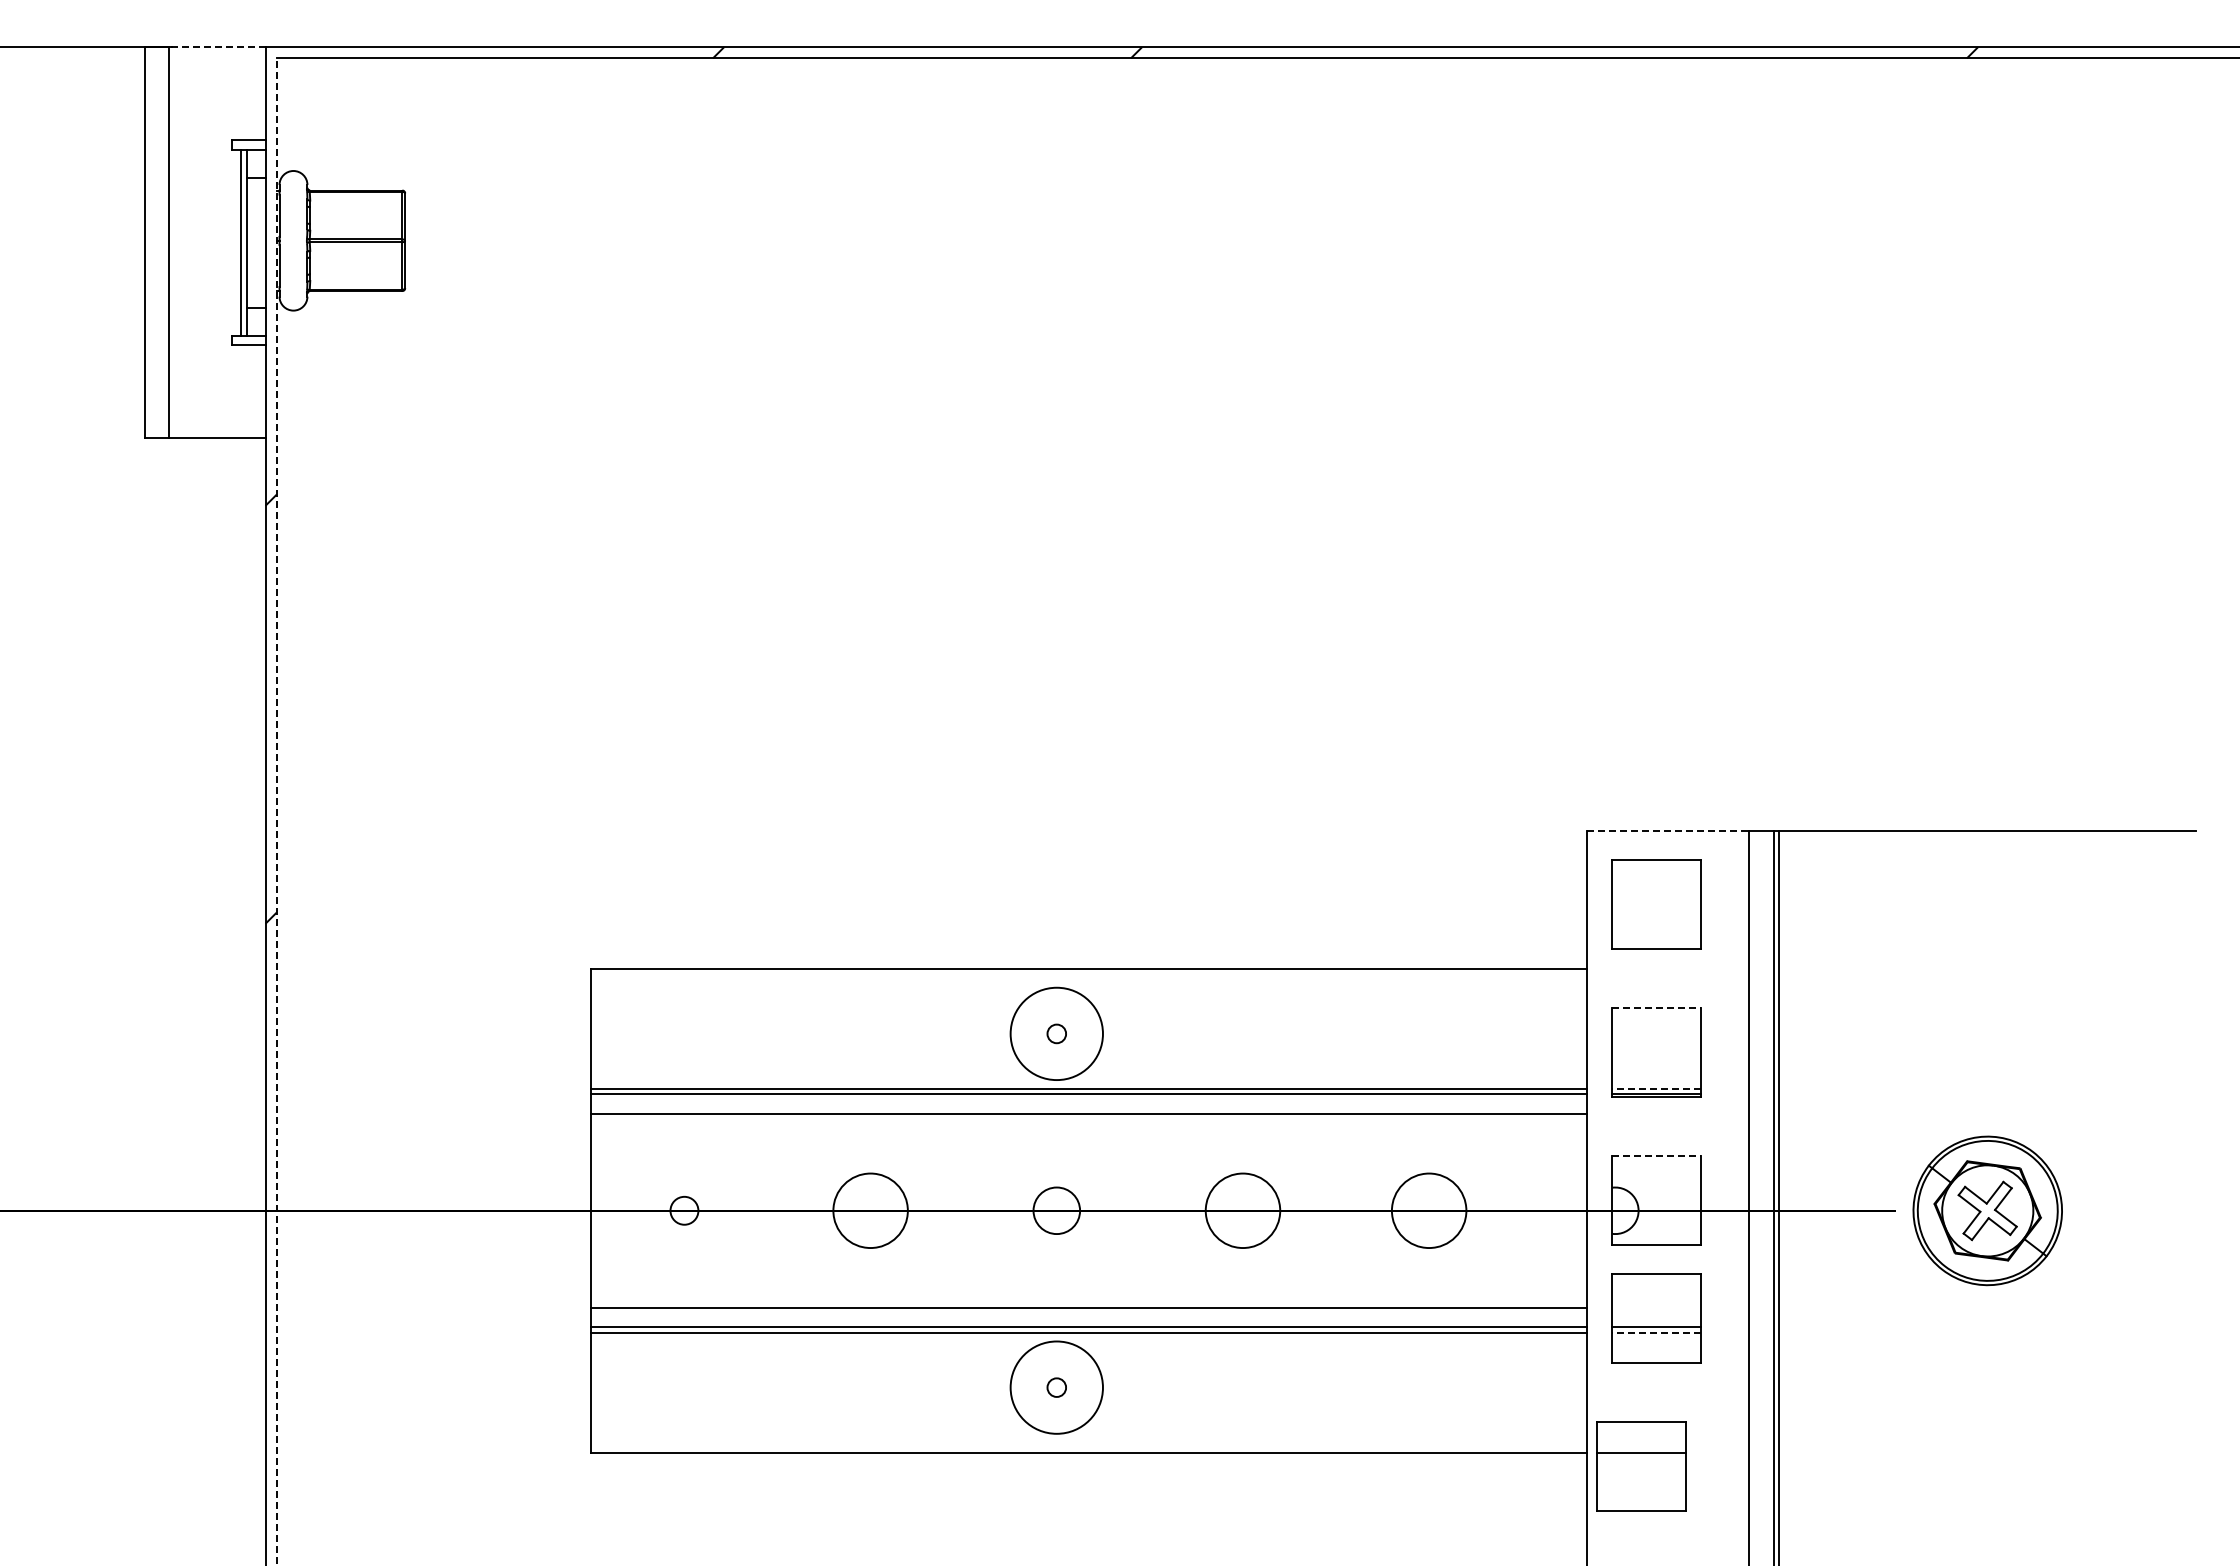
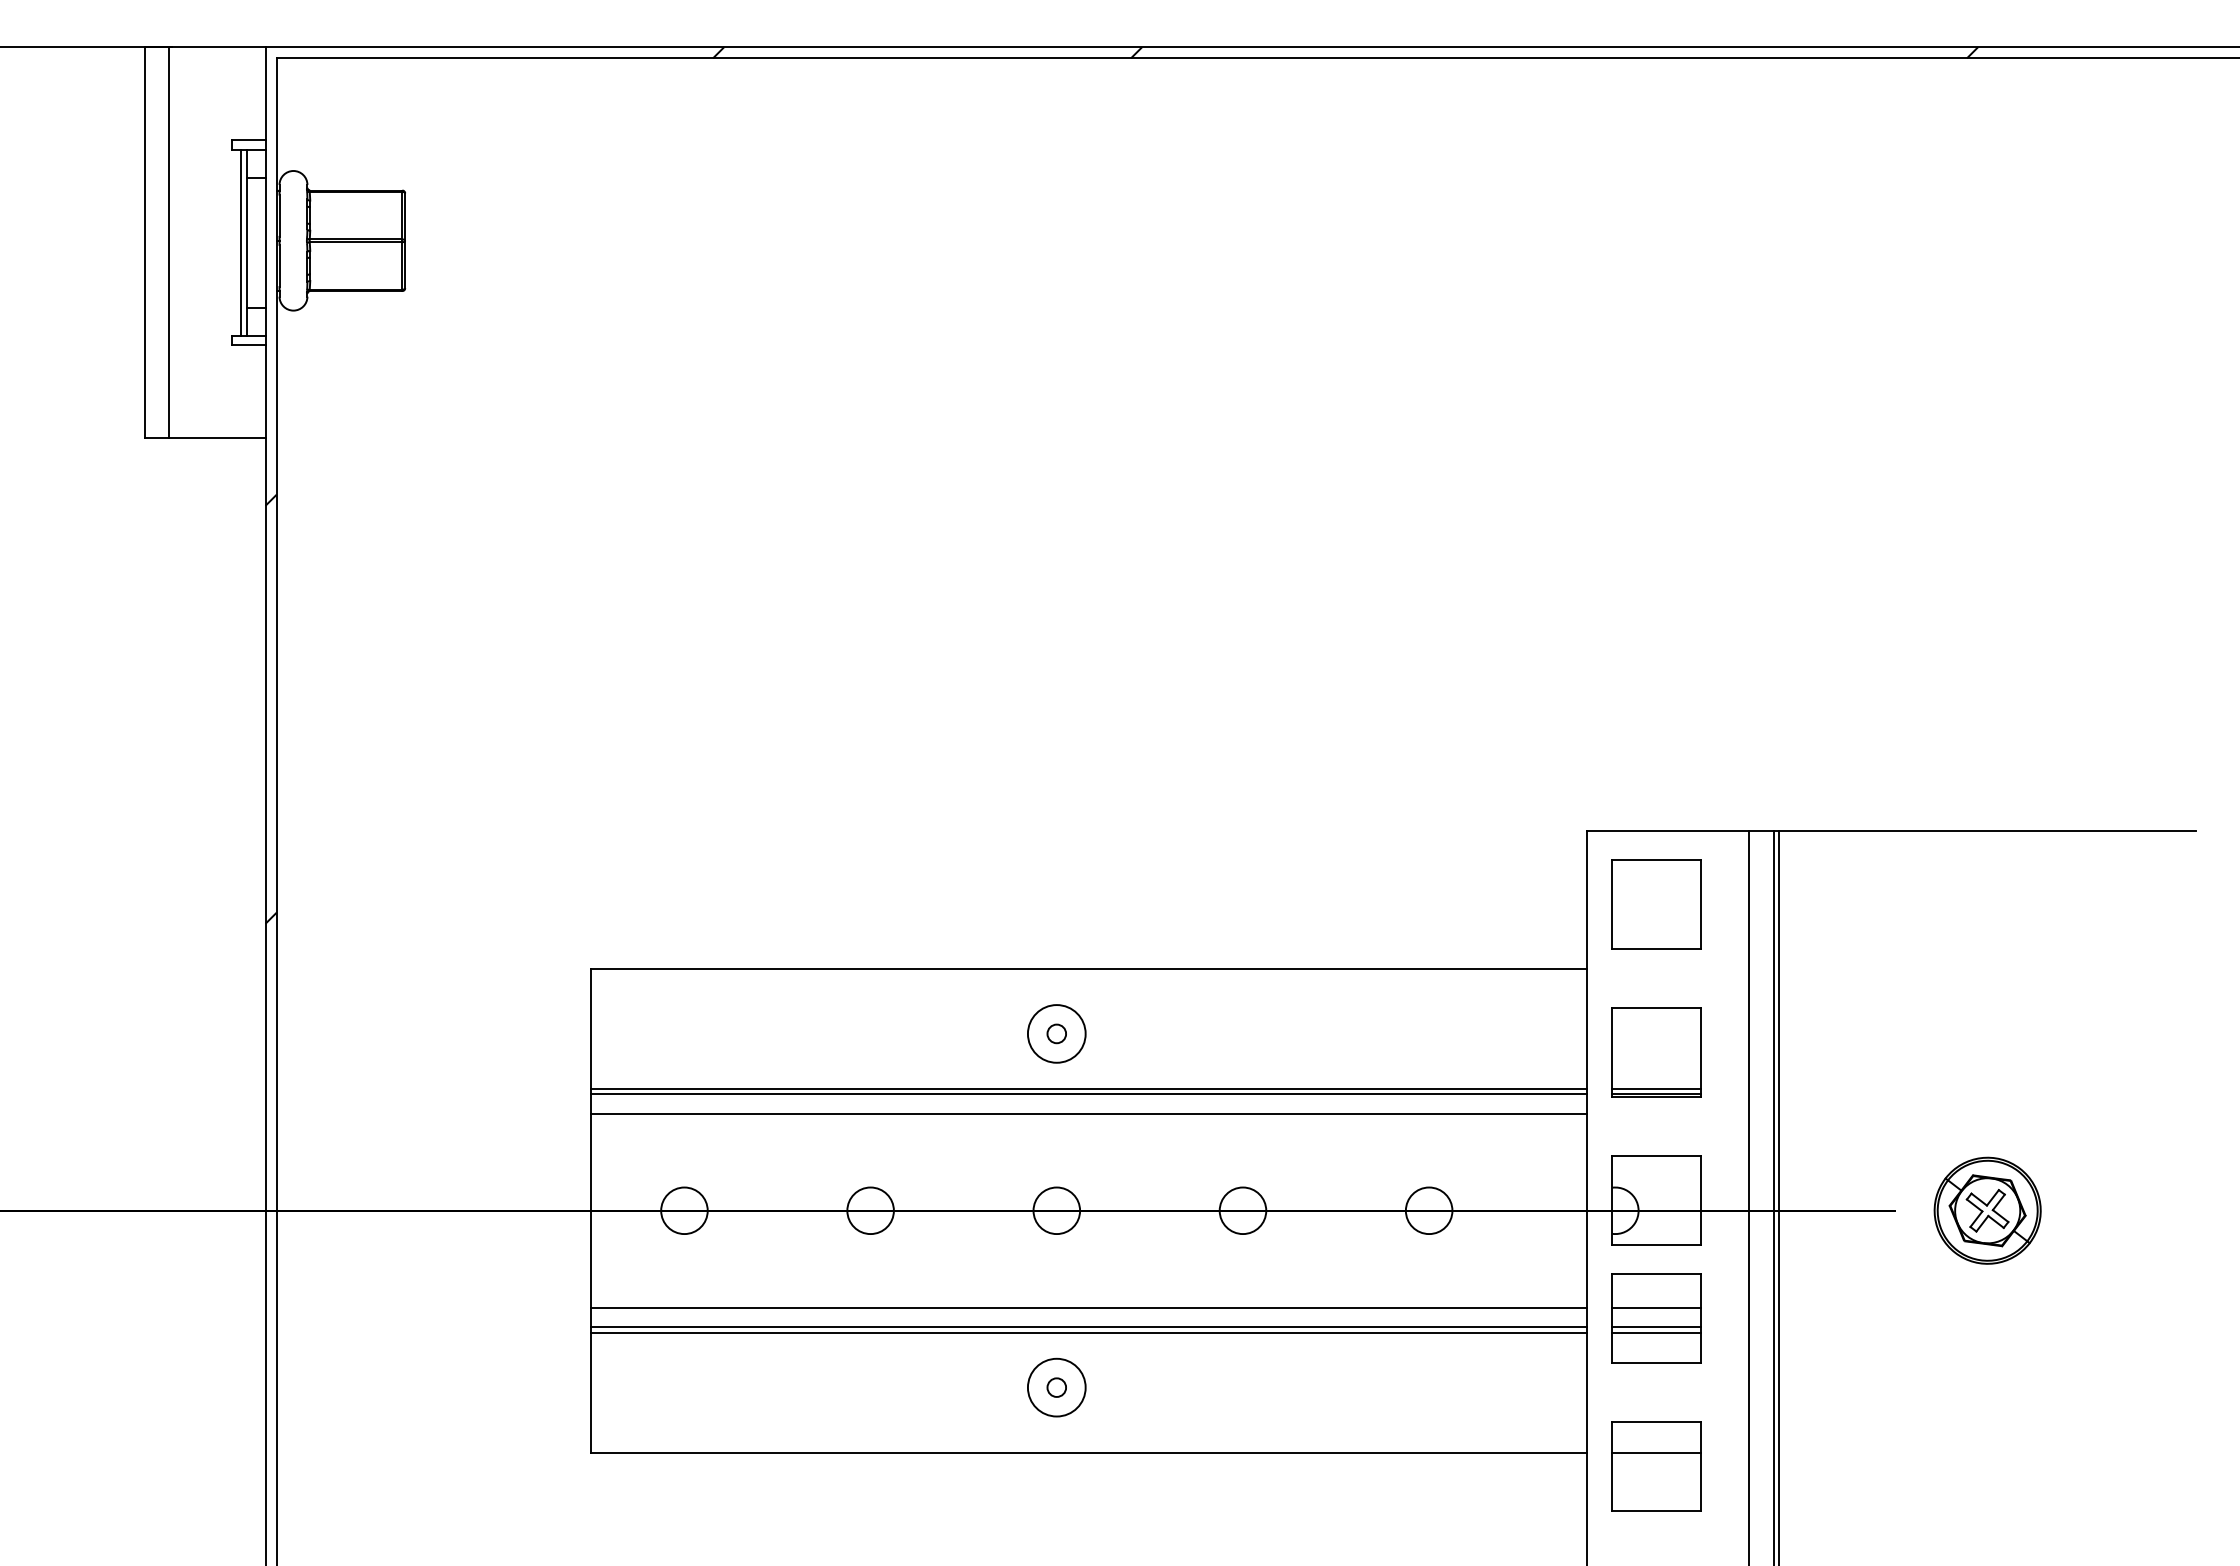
line at (216, 47): dashed -> solid
line at (276, 811): dashed -> solid
line at (1668, 831): dashed -> solid
line at (1657, 1008): dashed -> solid
circle at (1056, 1033) diameter: 92 px -> 58 px
line at (1656, 1088): dashed -> solid
line at (1657, 1156): dashed -> solid
circle at (684, 1210) diameter: 28 px -> 47 px
circle at (870, 1210) diameter: 74 px -> 47 px
circle at (1242, 1210) diameter: 74 px -> 47 px
circle at (1428, 1210) diameter: 74 px -> 47 px
part at (1987, 1210) size: 151x152 px -> 109x109 px
line at (1656, 1307): none -> present
line at (1656, 1332): dashed -> solid
circle at (1056, 1387) diameter: 92 px -> 58 px
part at (1641, 1466) position: (1641, 1466) -> (1656, 1466)
